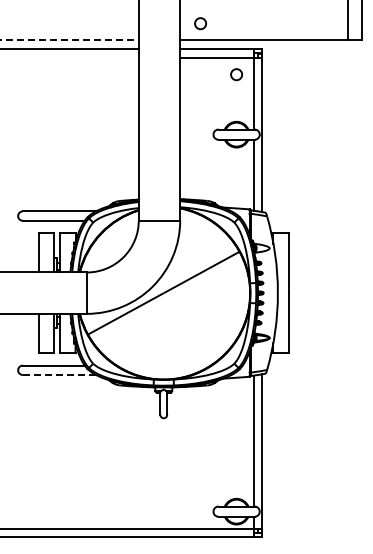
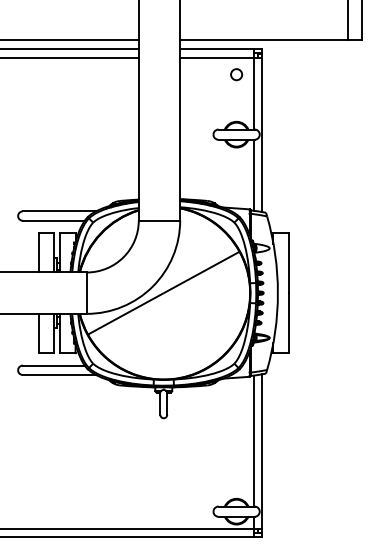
circle at (200, 23): present -> none
line at (69, 40): dashed -> solid
line at (70, 57): none -> present
line at (59, 375): dashed -> solid
